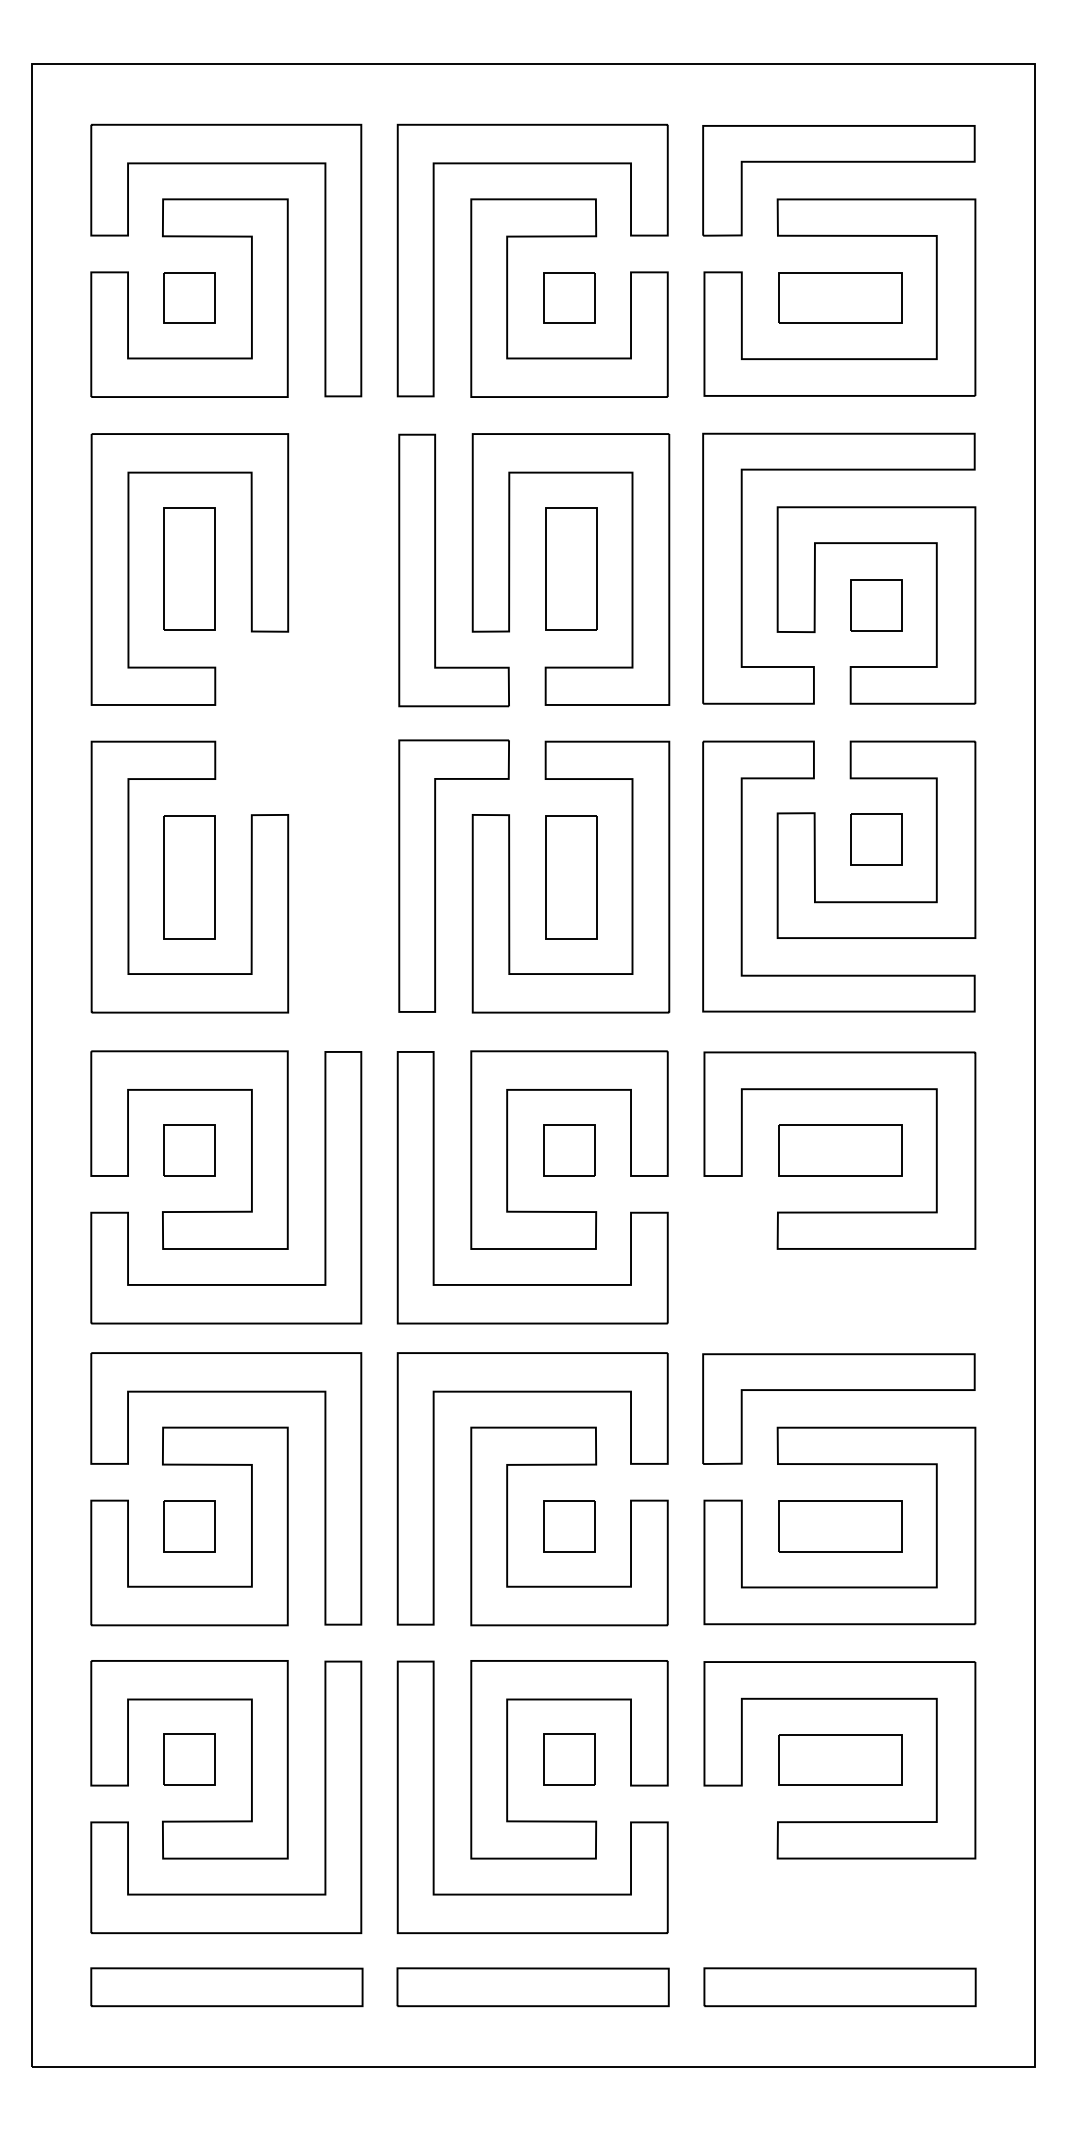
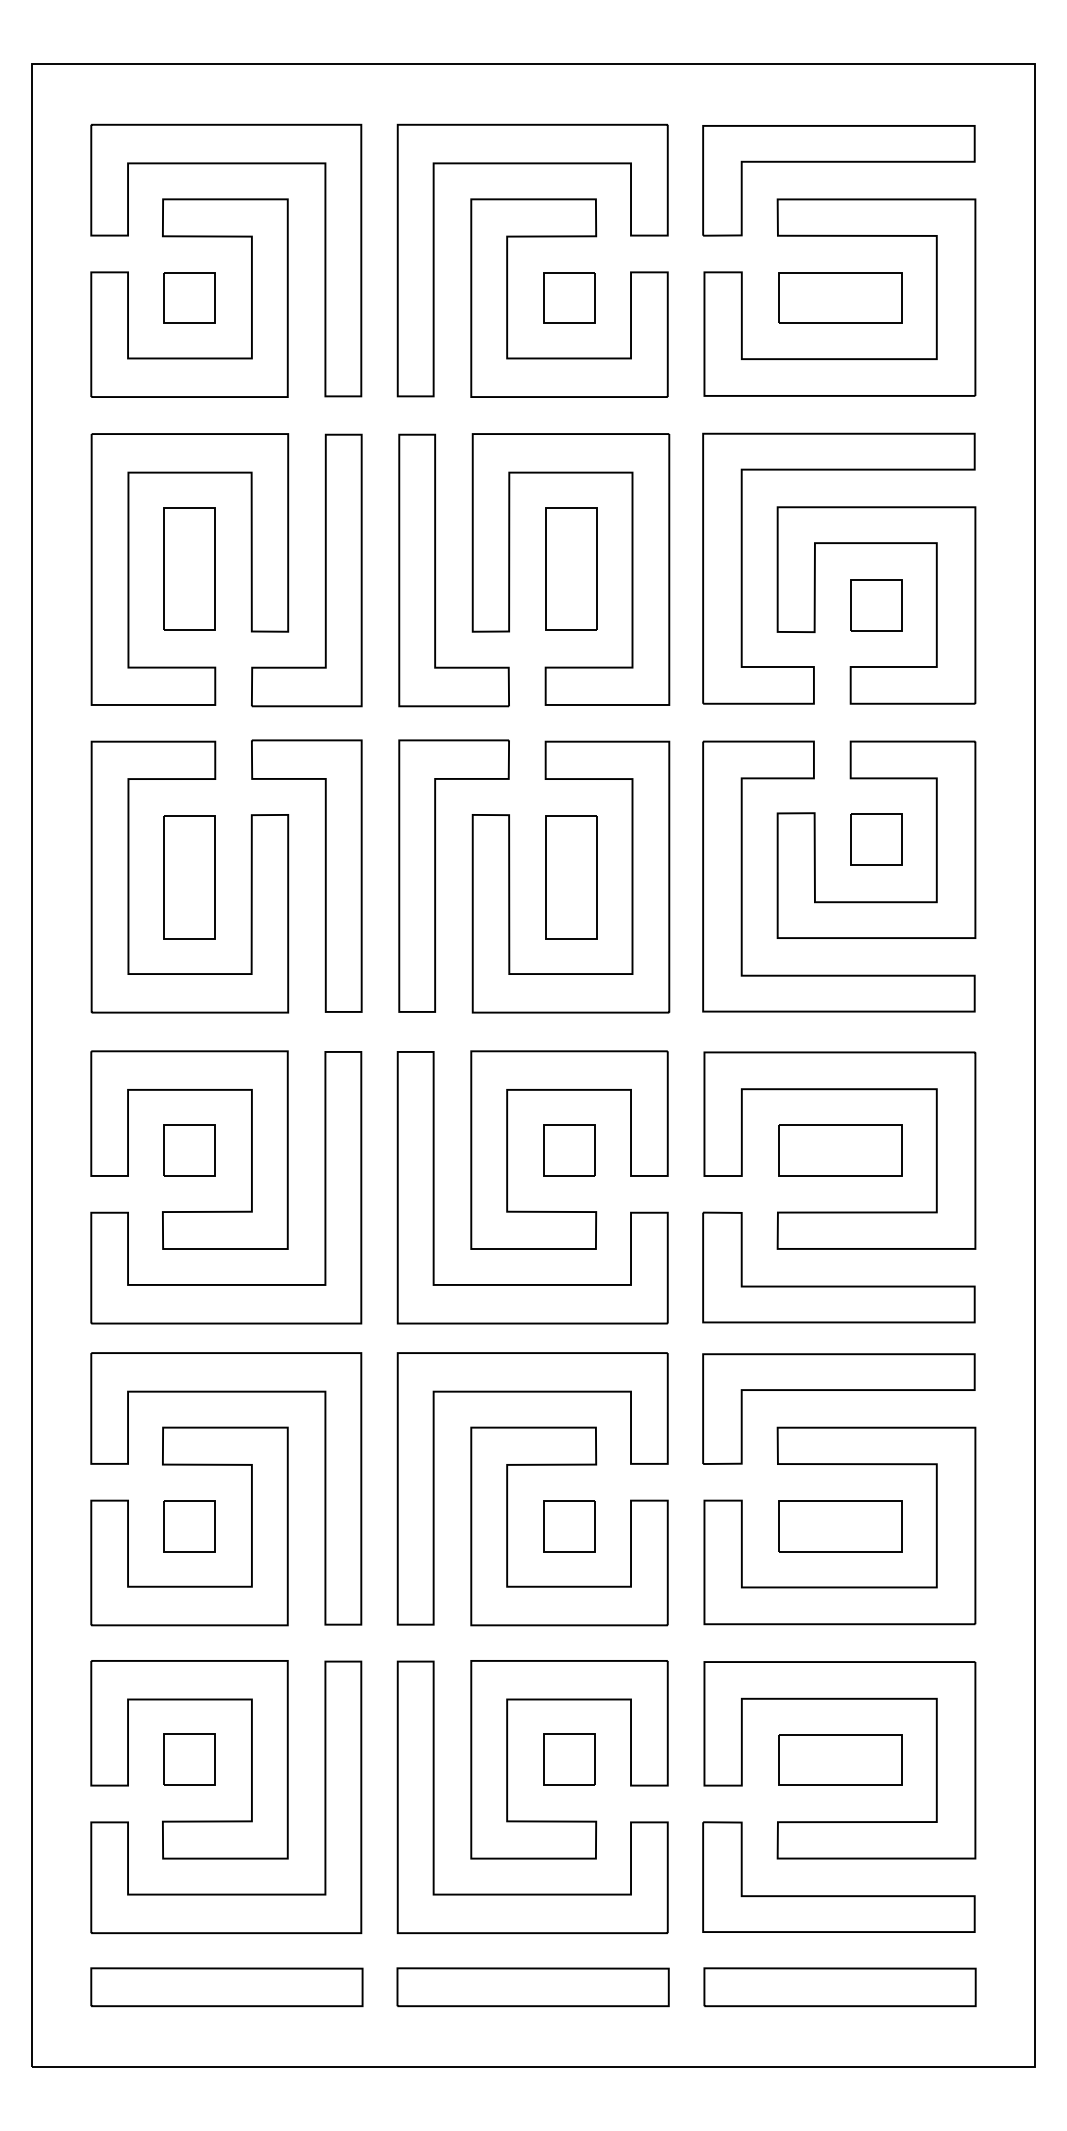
part at (324, 570): none -> present
part at (324, 875): none -> present
part at (838, 1285): none -> present
part at (838, 1895): none -> present
